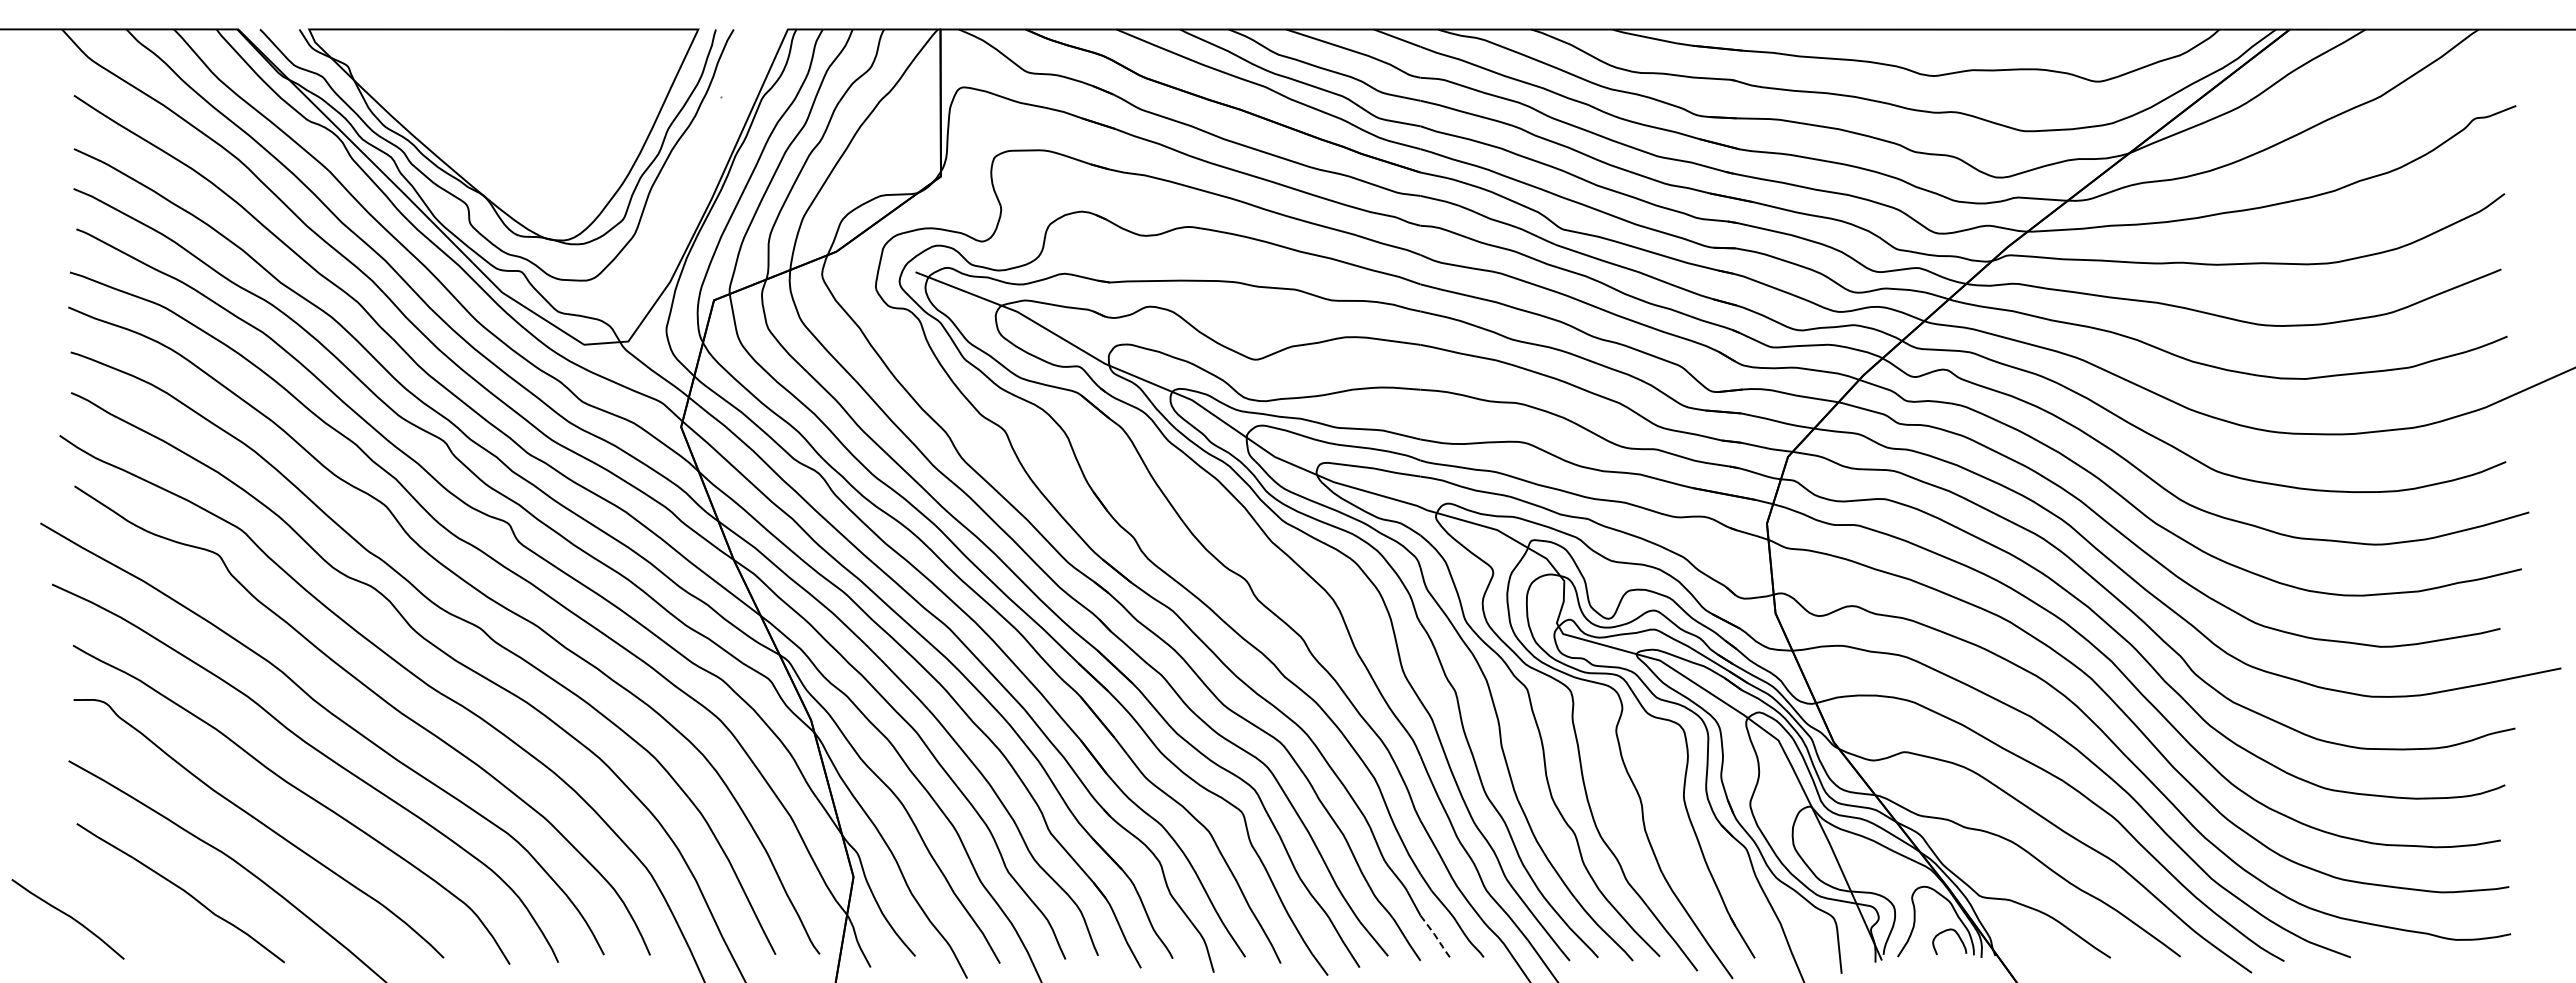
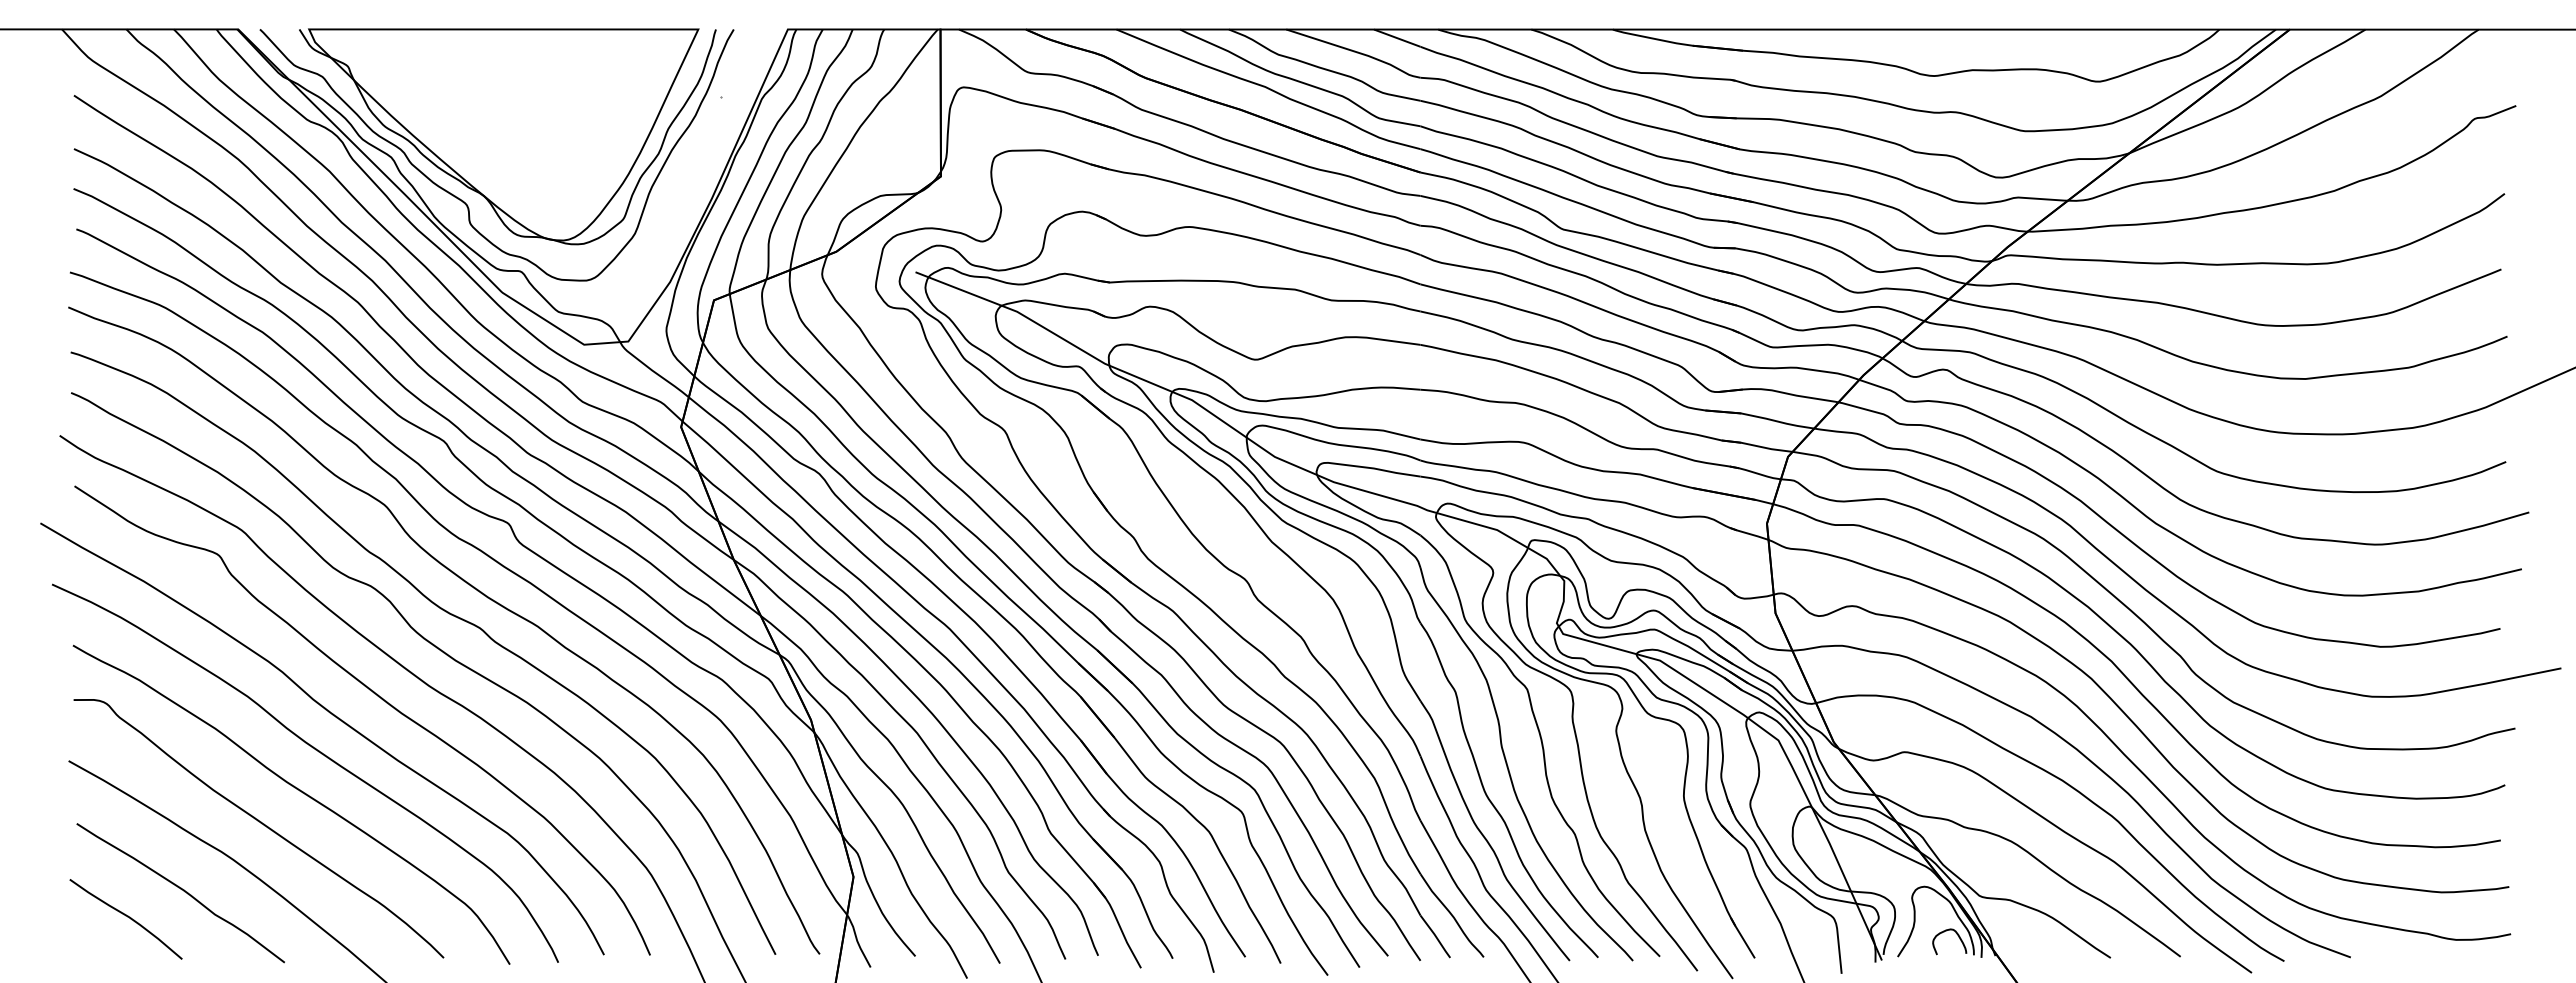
curve at (69, 917) position: (69, 917) -> (127, 917)
line at (1436, 936): dashed -> solid
